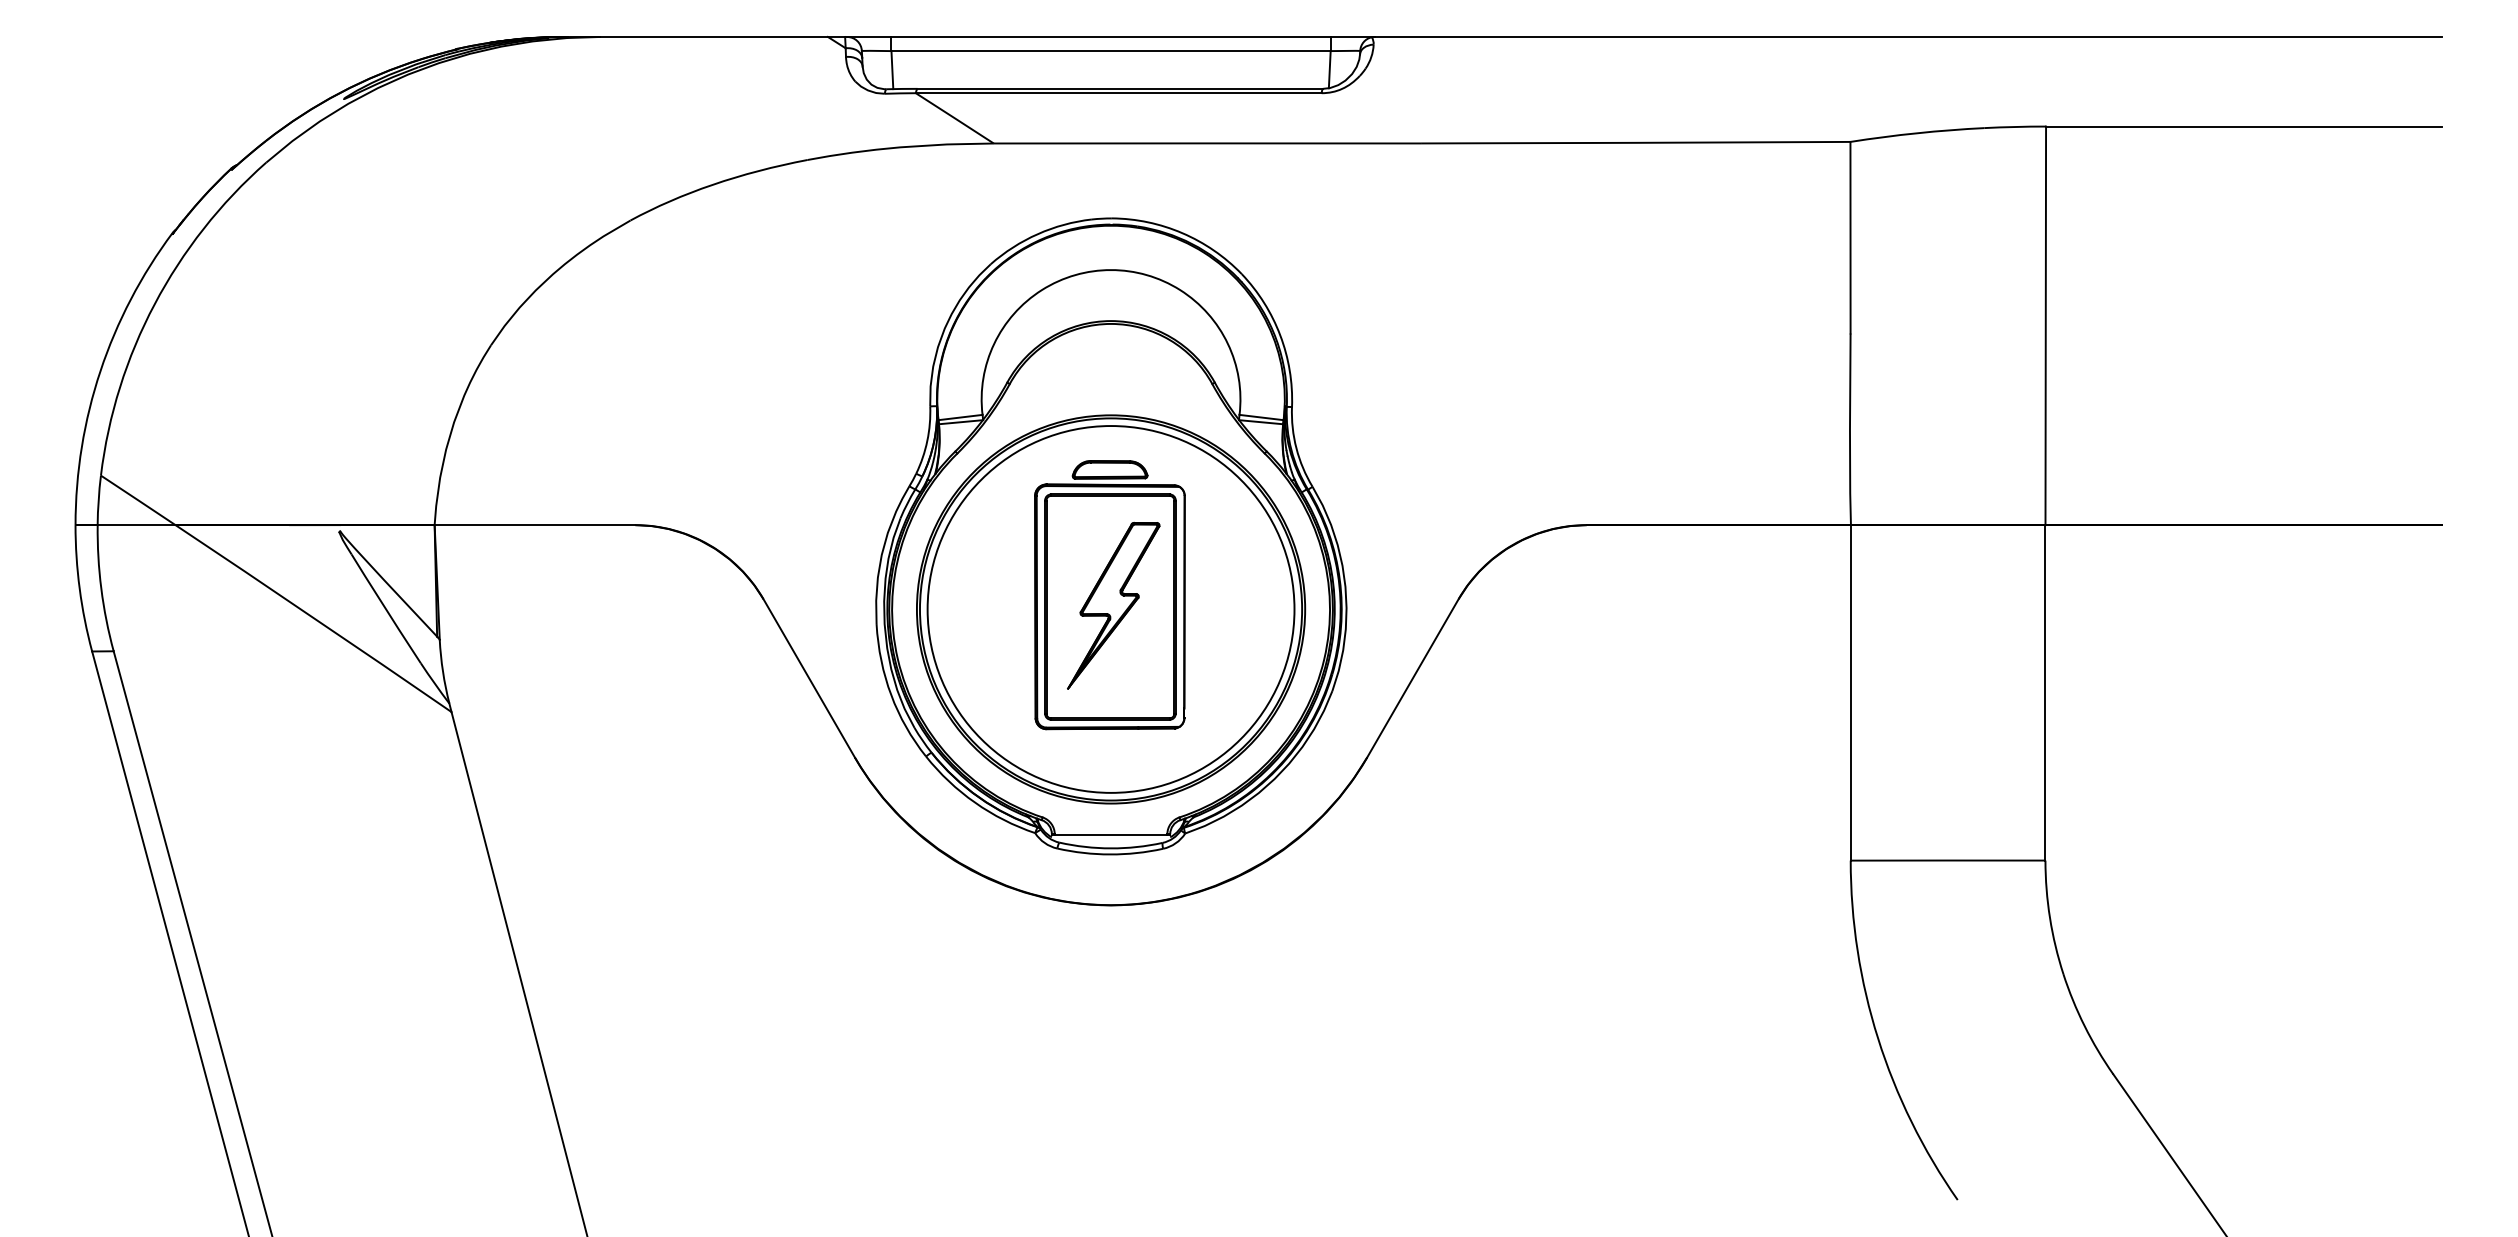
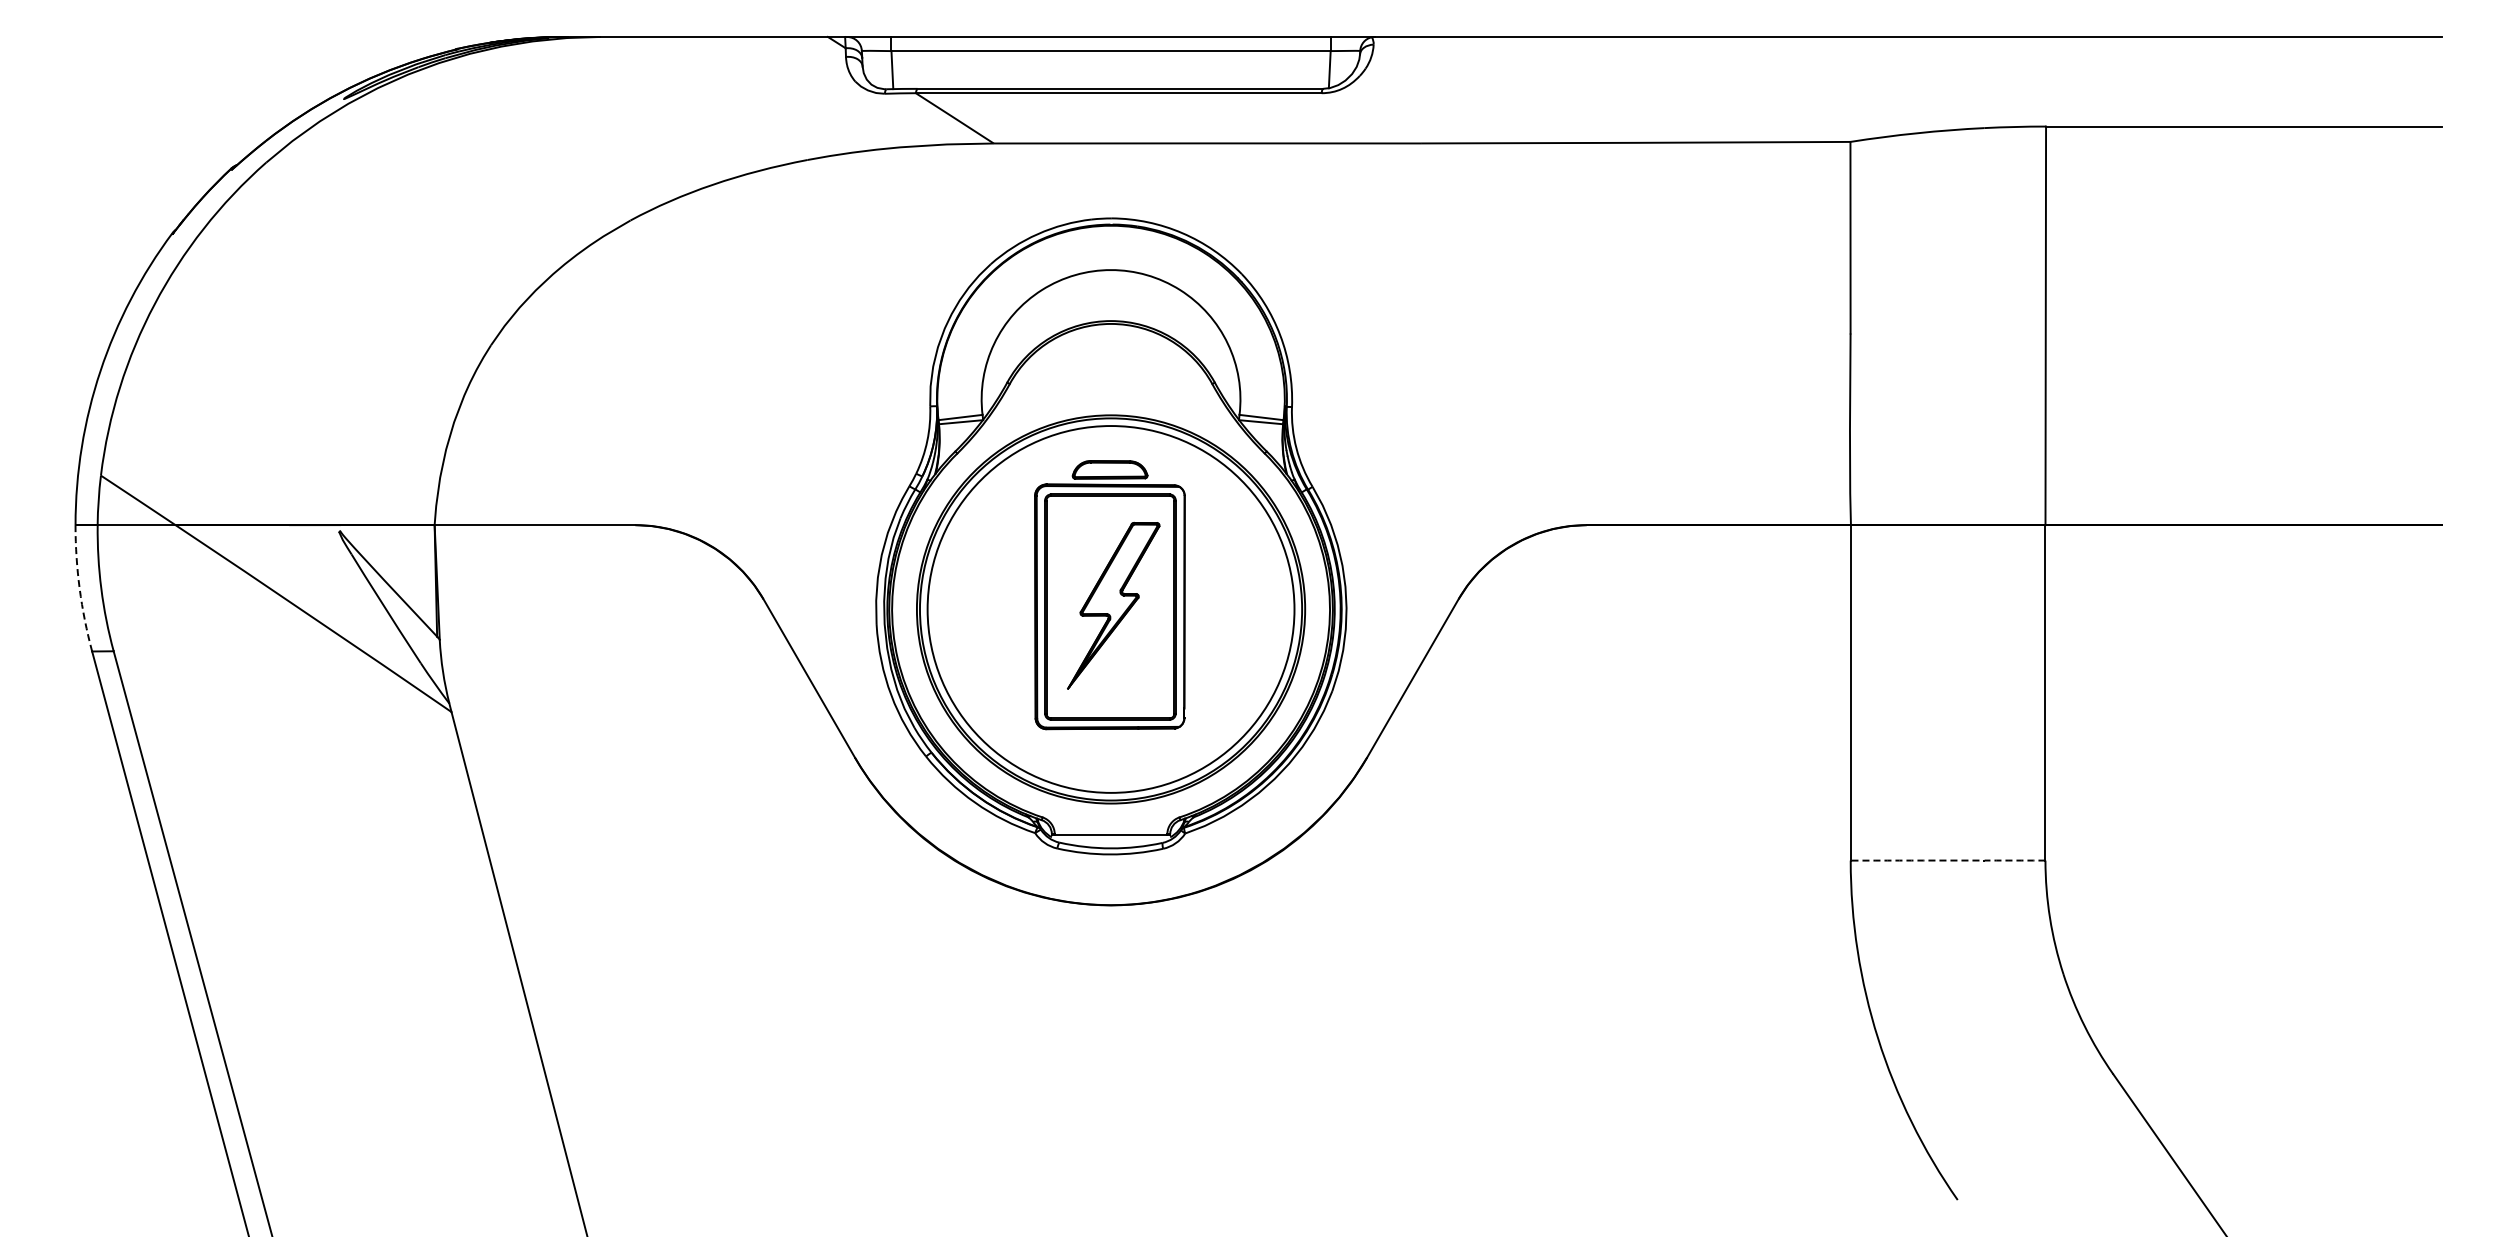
arc at (79, 588): solid -> dashed
arc at (1948, 860): solid -> dashed
